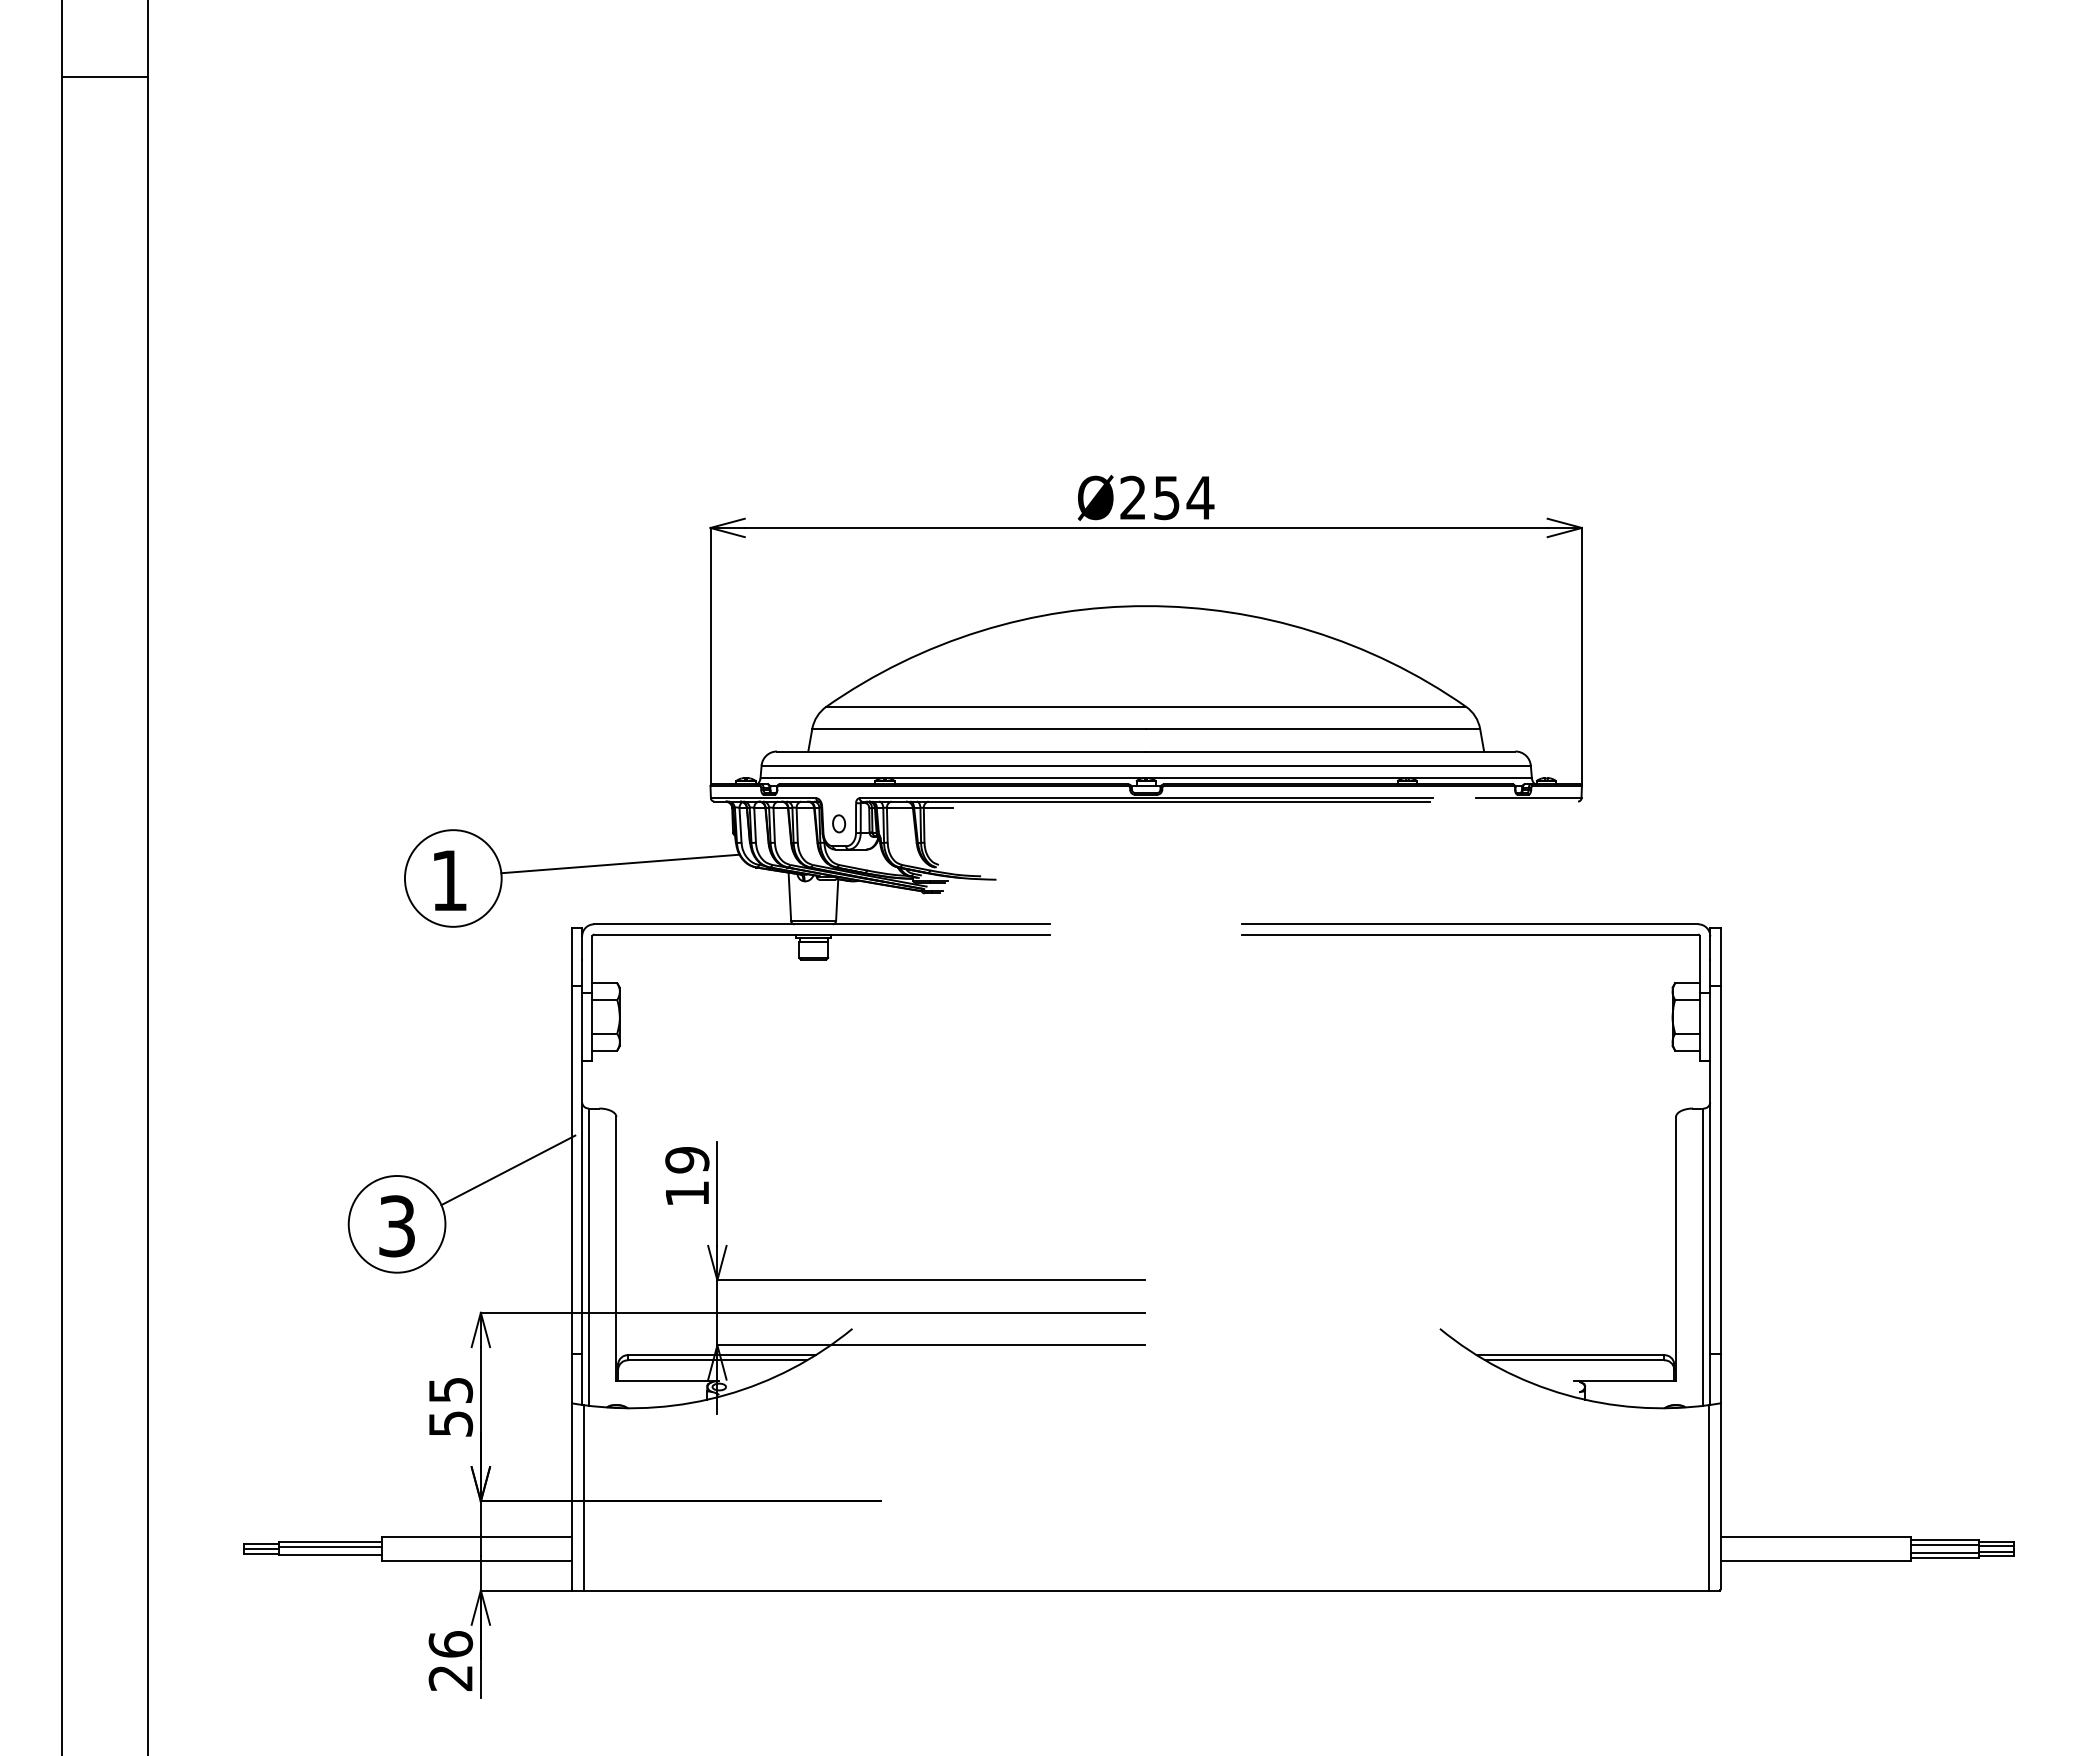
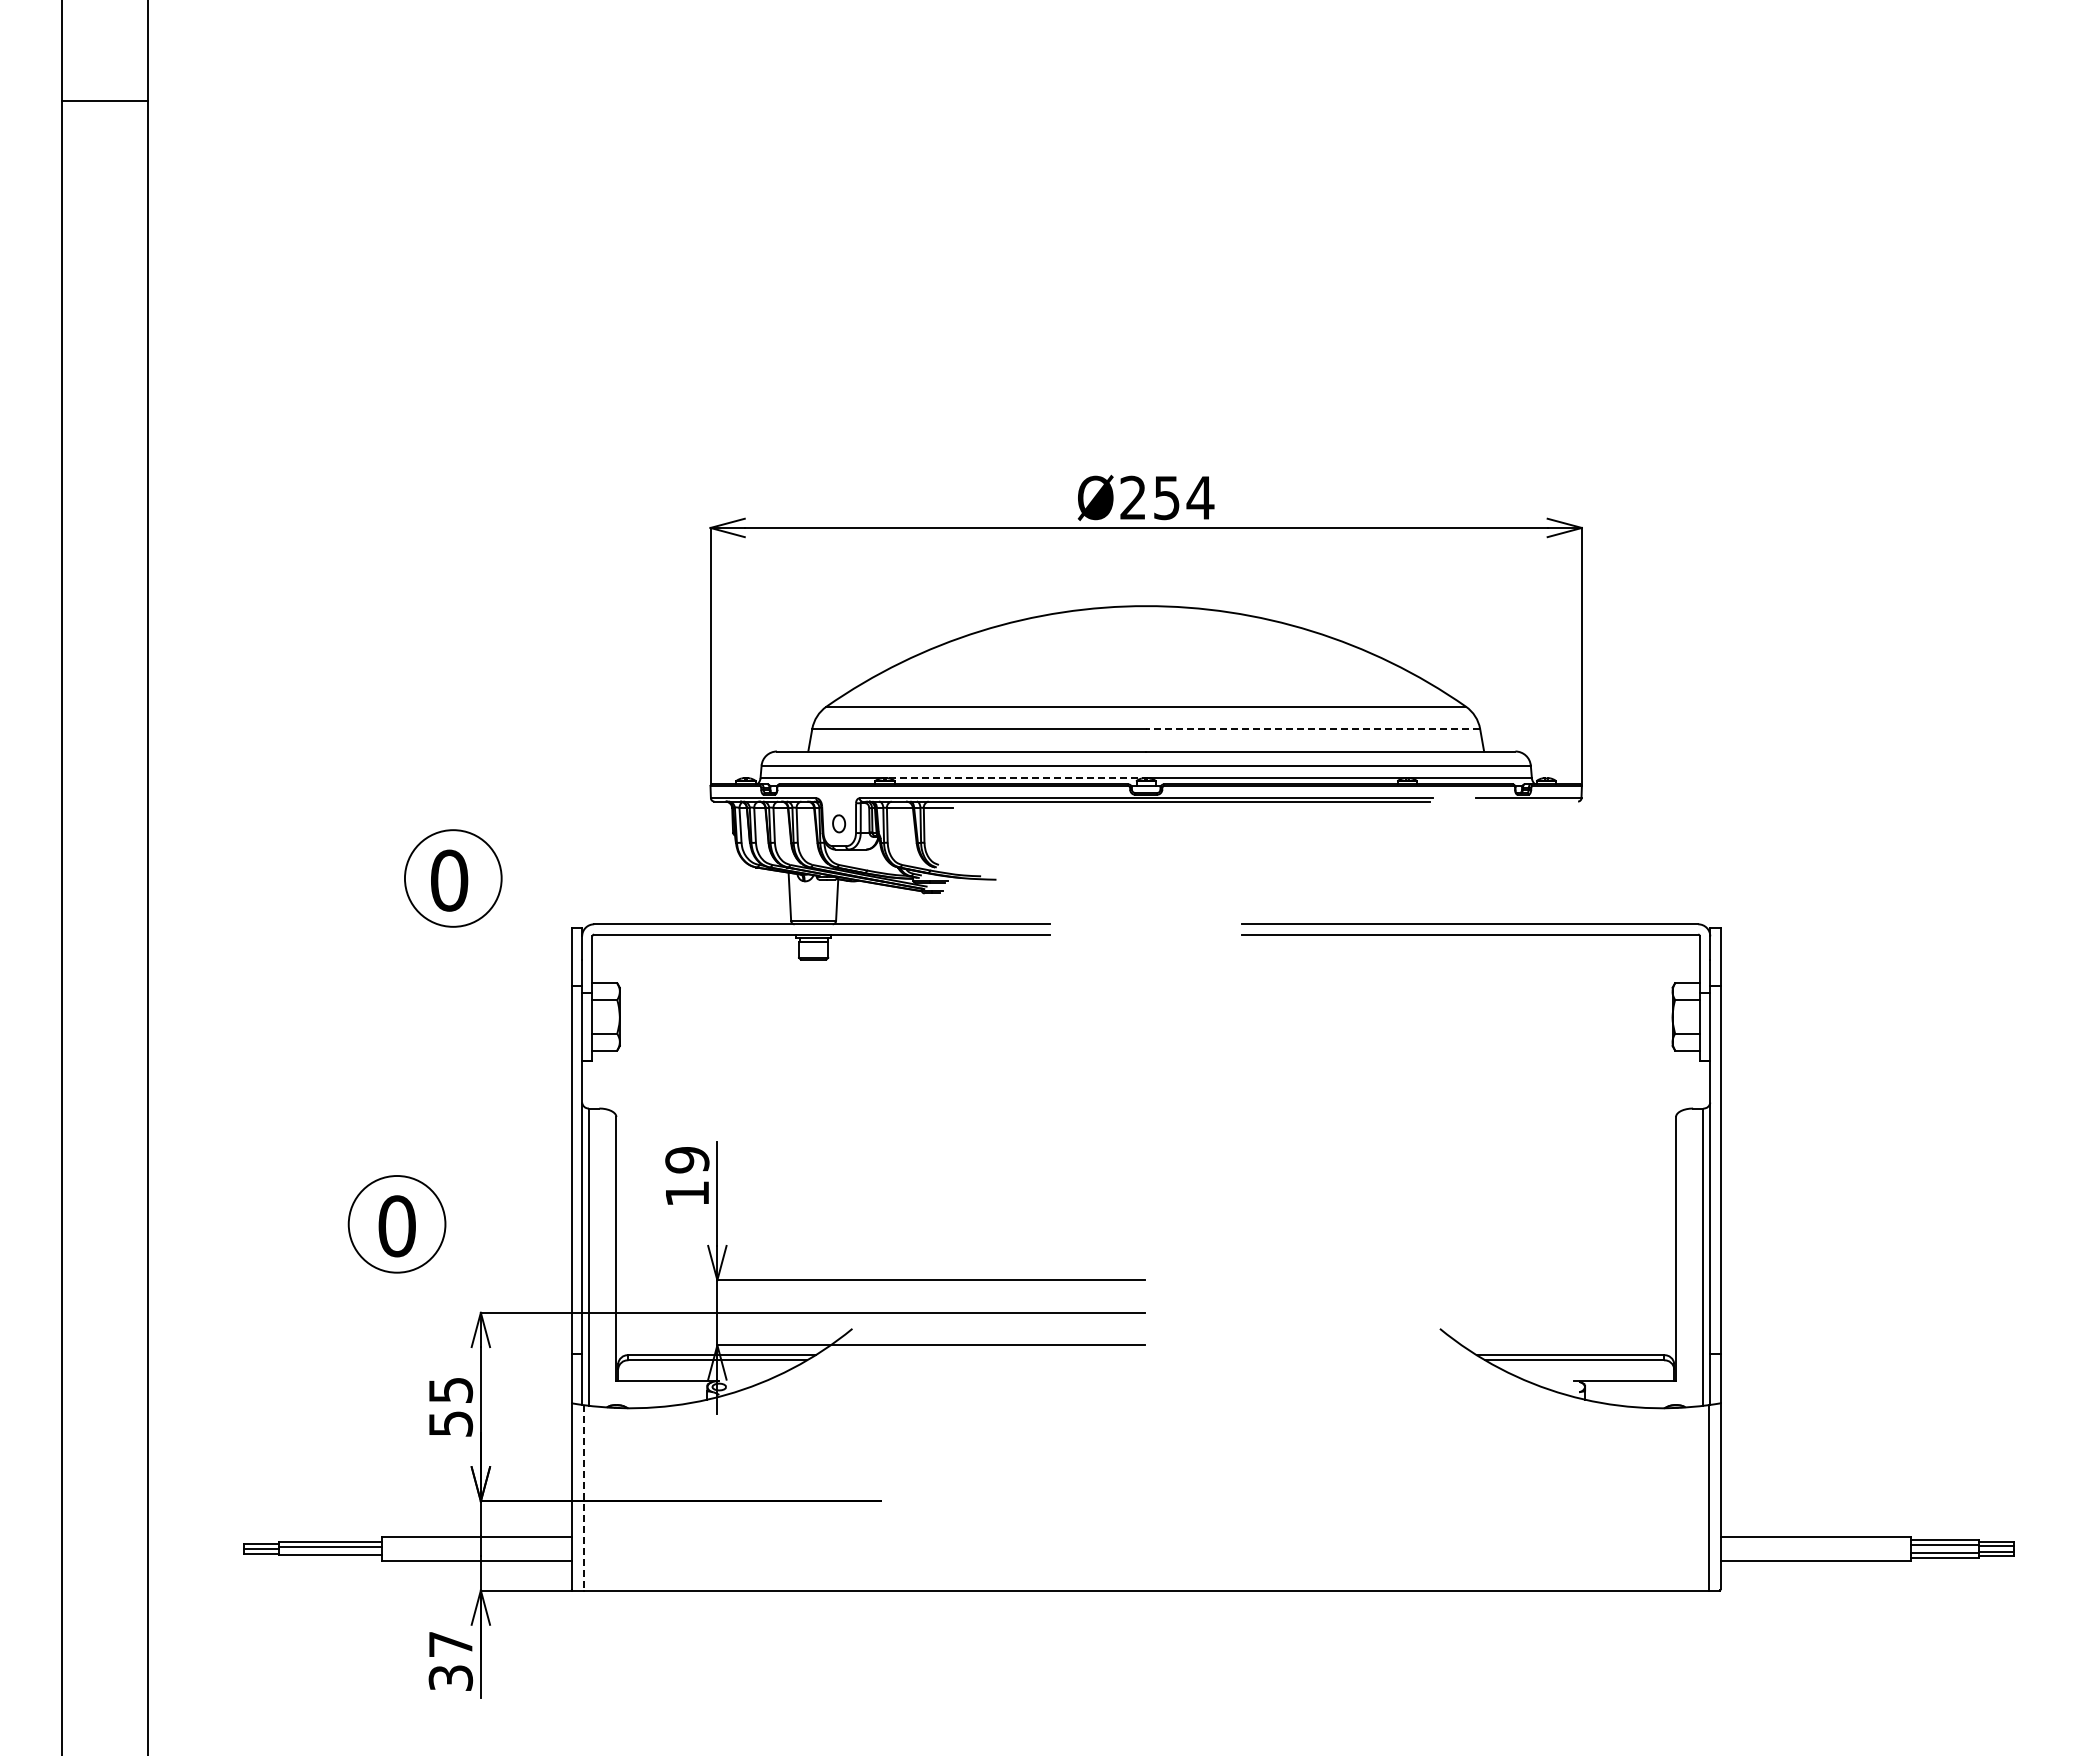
line at (105, 77) position: (105, 77) -> (105, 101)
line at (1313, 728): solid -> dashed
line at (1016, 778): solid -> dashed
line at (620, 863): present -> none
text at (449, 880): 1 -> 0
line at (508, 1170): present -> none
text at (396, 1226): 3 -> 0
line at (583, 1497): solid -> dashed
text at (450, 1660): 26 -> 37
